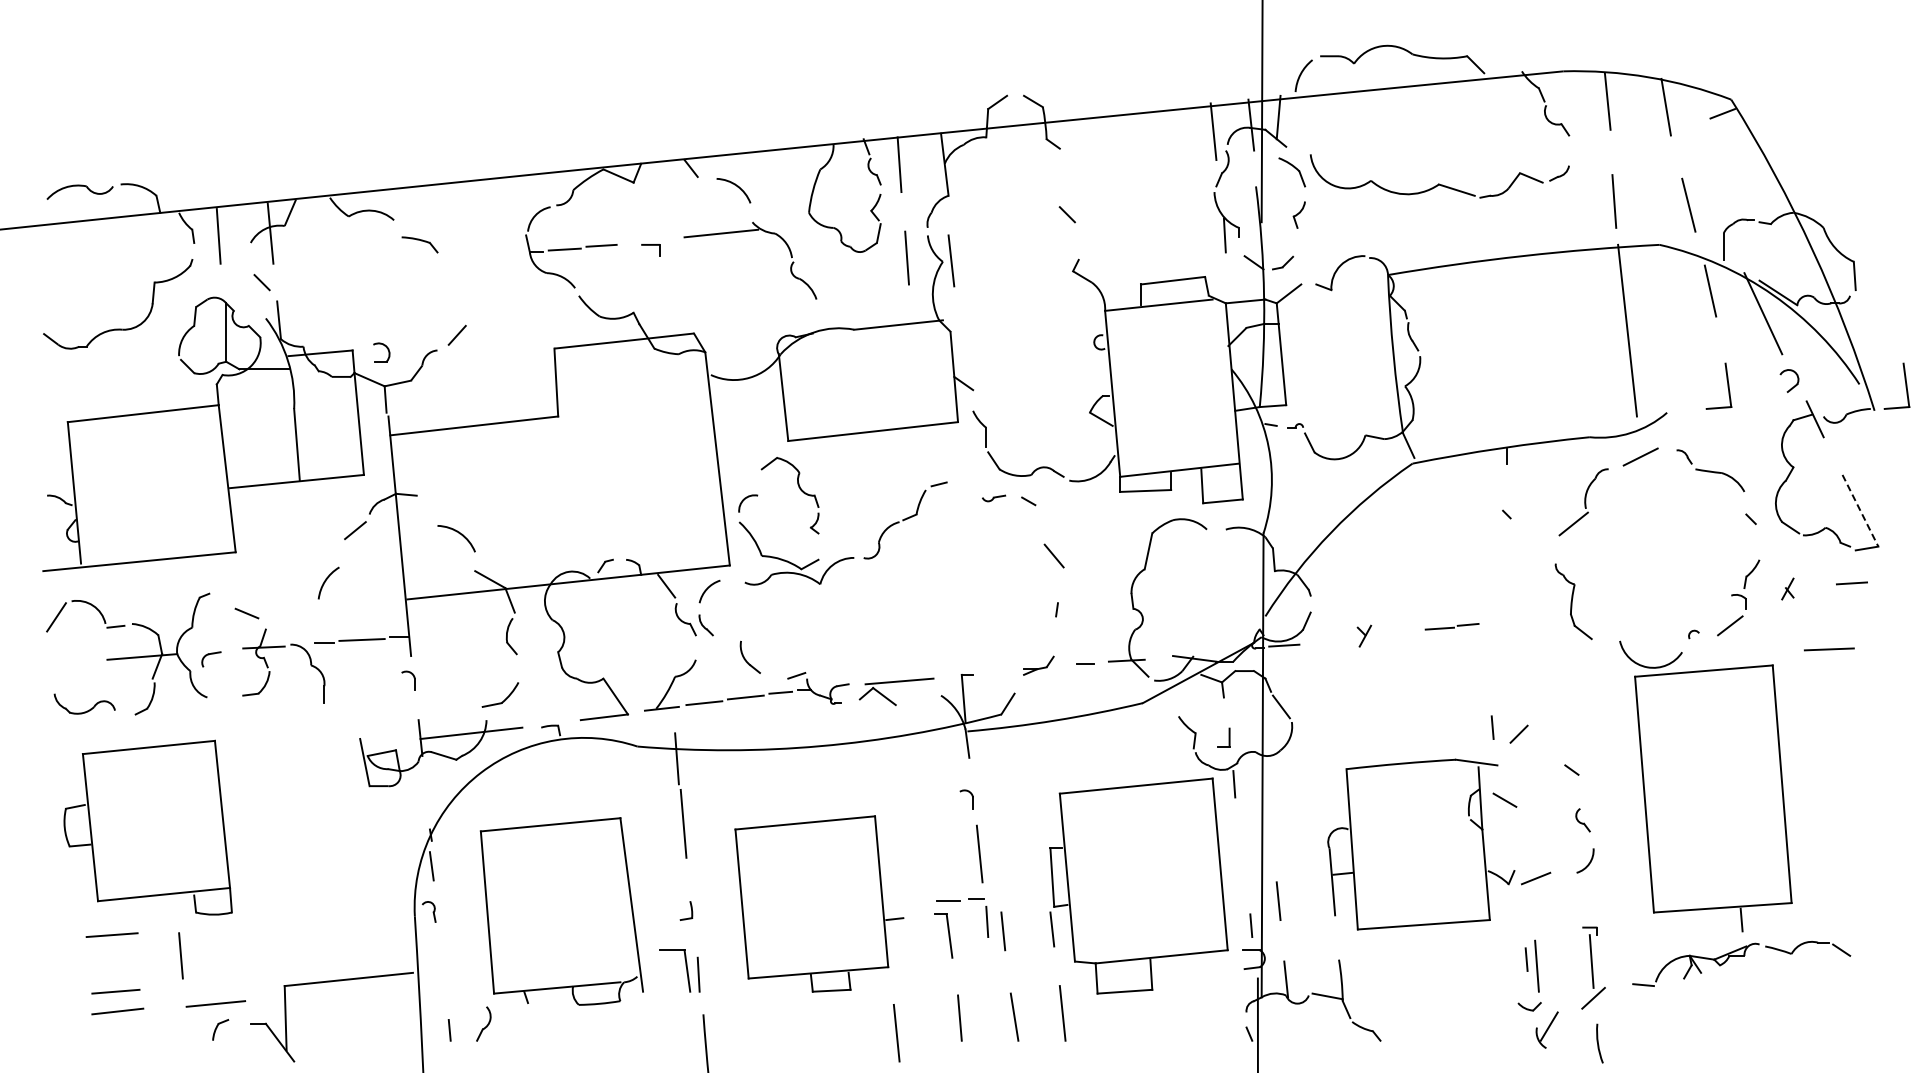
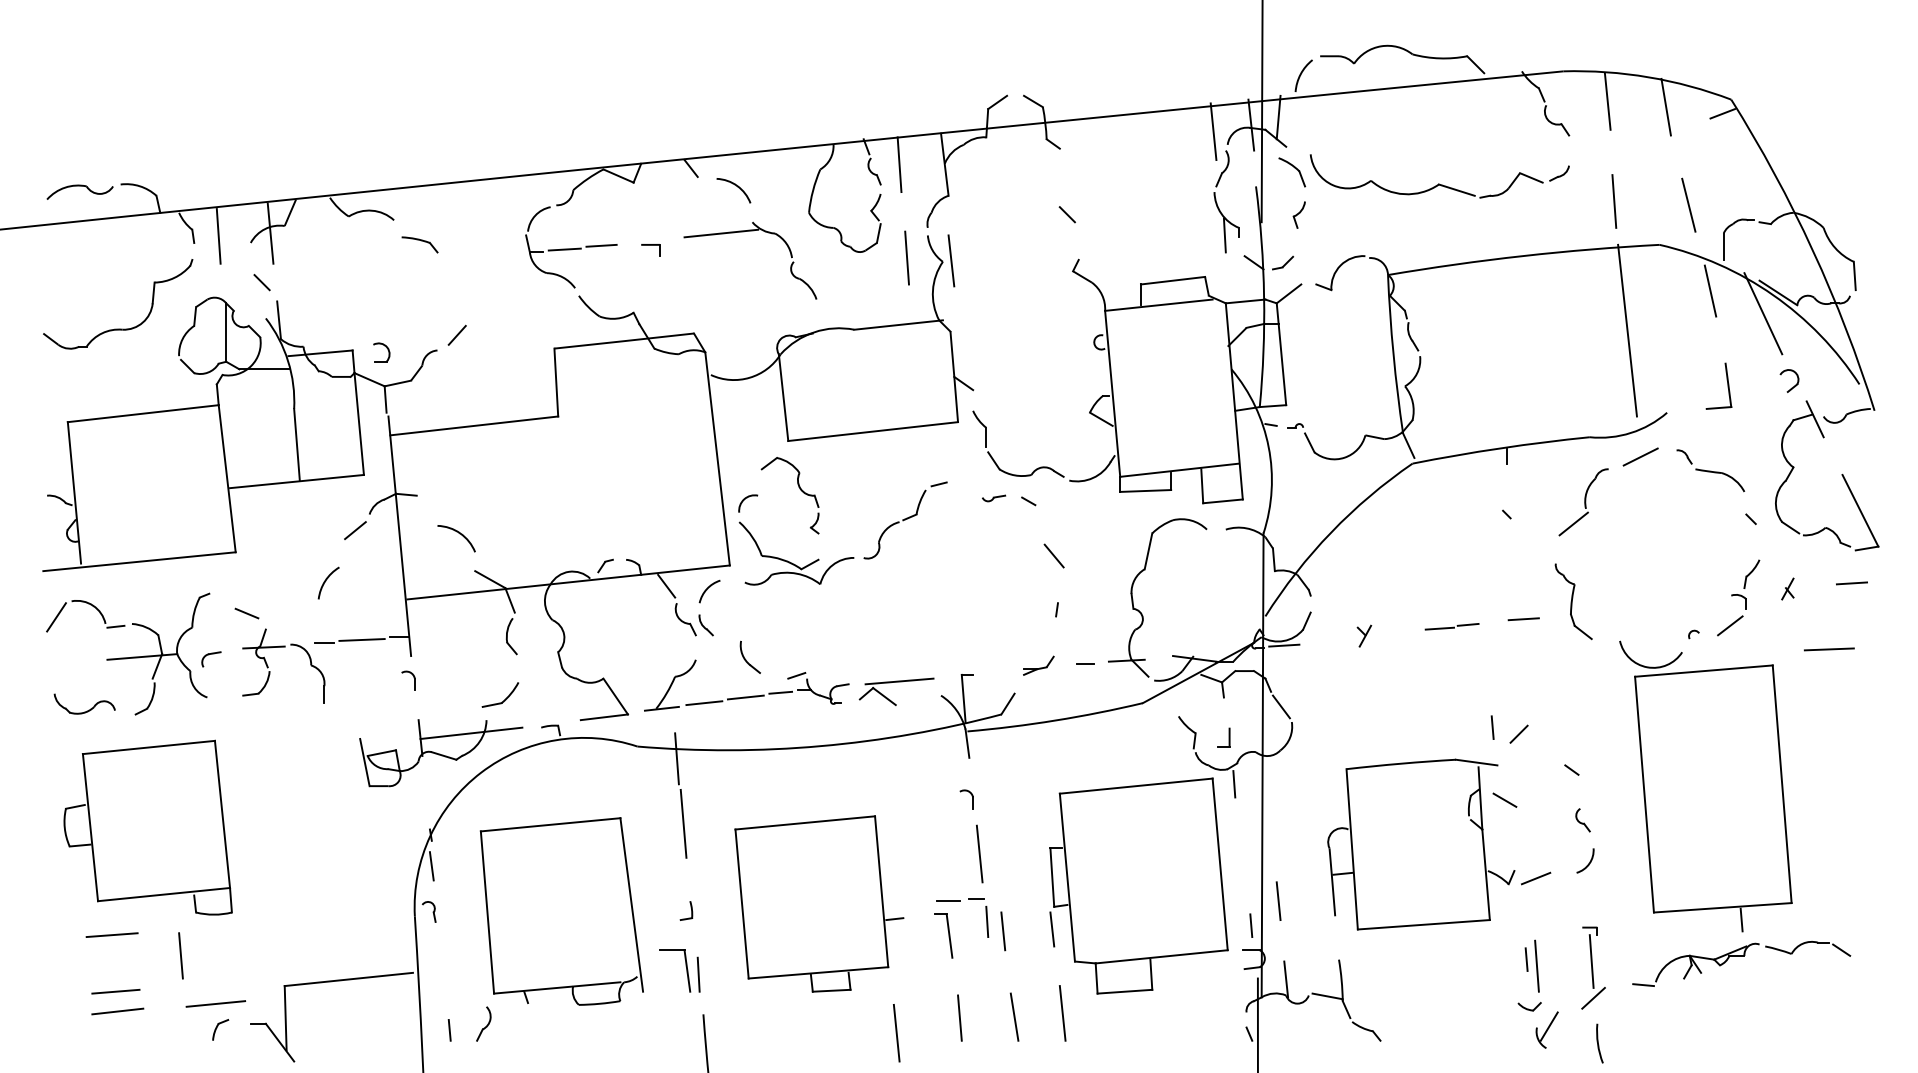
part at (1905, 385): present -> none
line at (1860, 511): dashed -> solid
line at (1523, 619): none -> present
